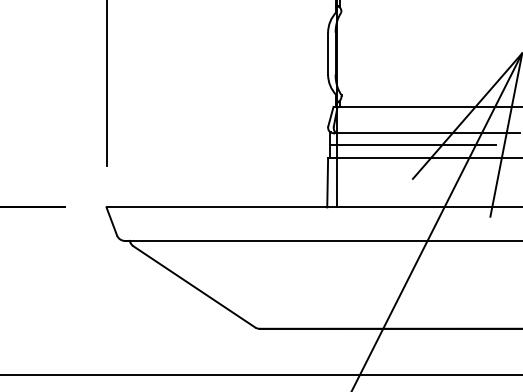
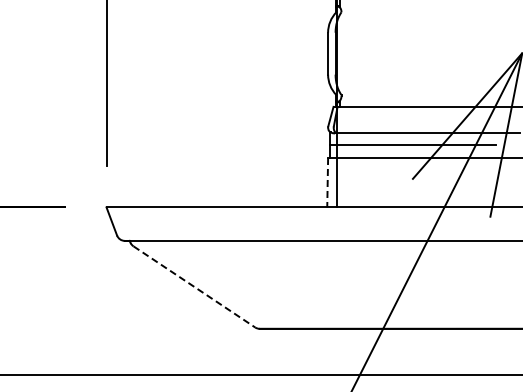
line at (327, 182): solid -> dashed
line at (194, 287): solid -> dashed
